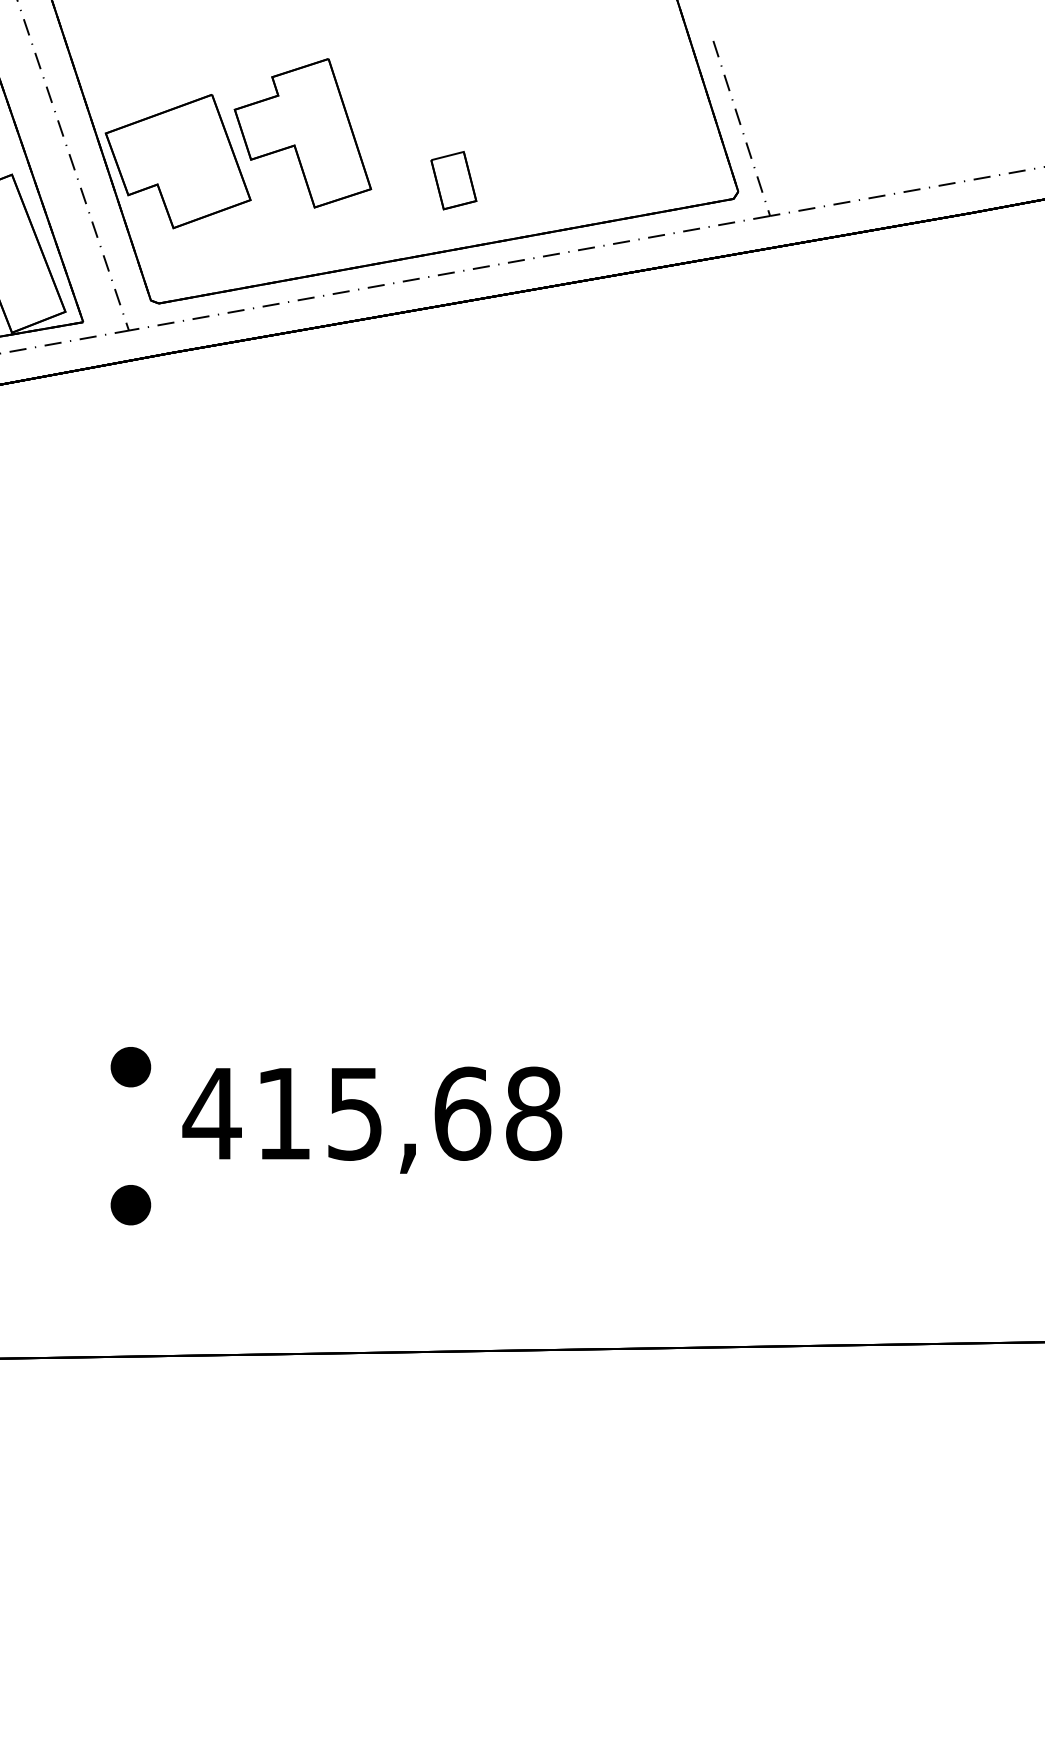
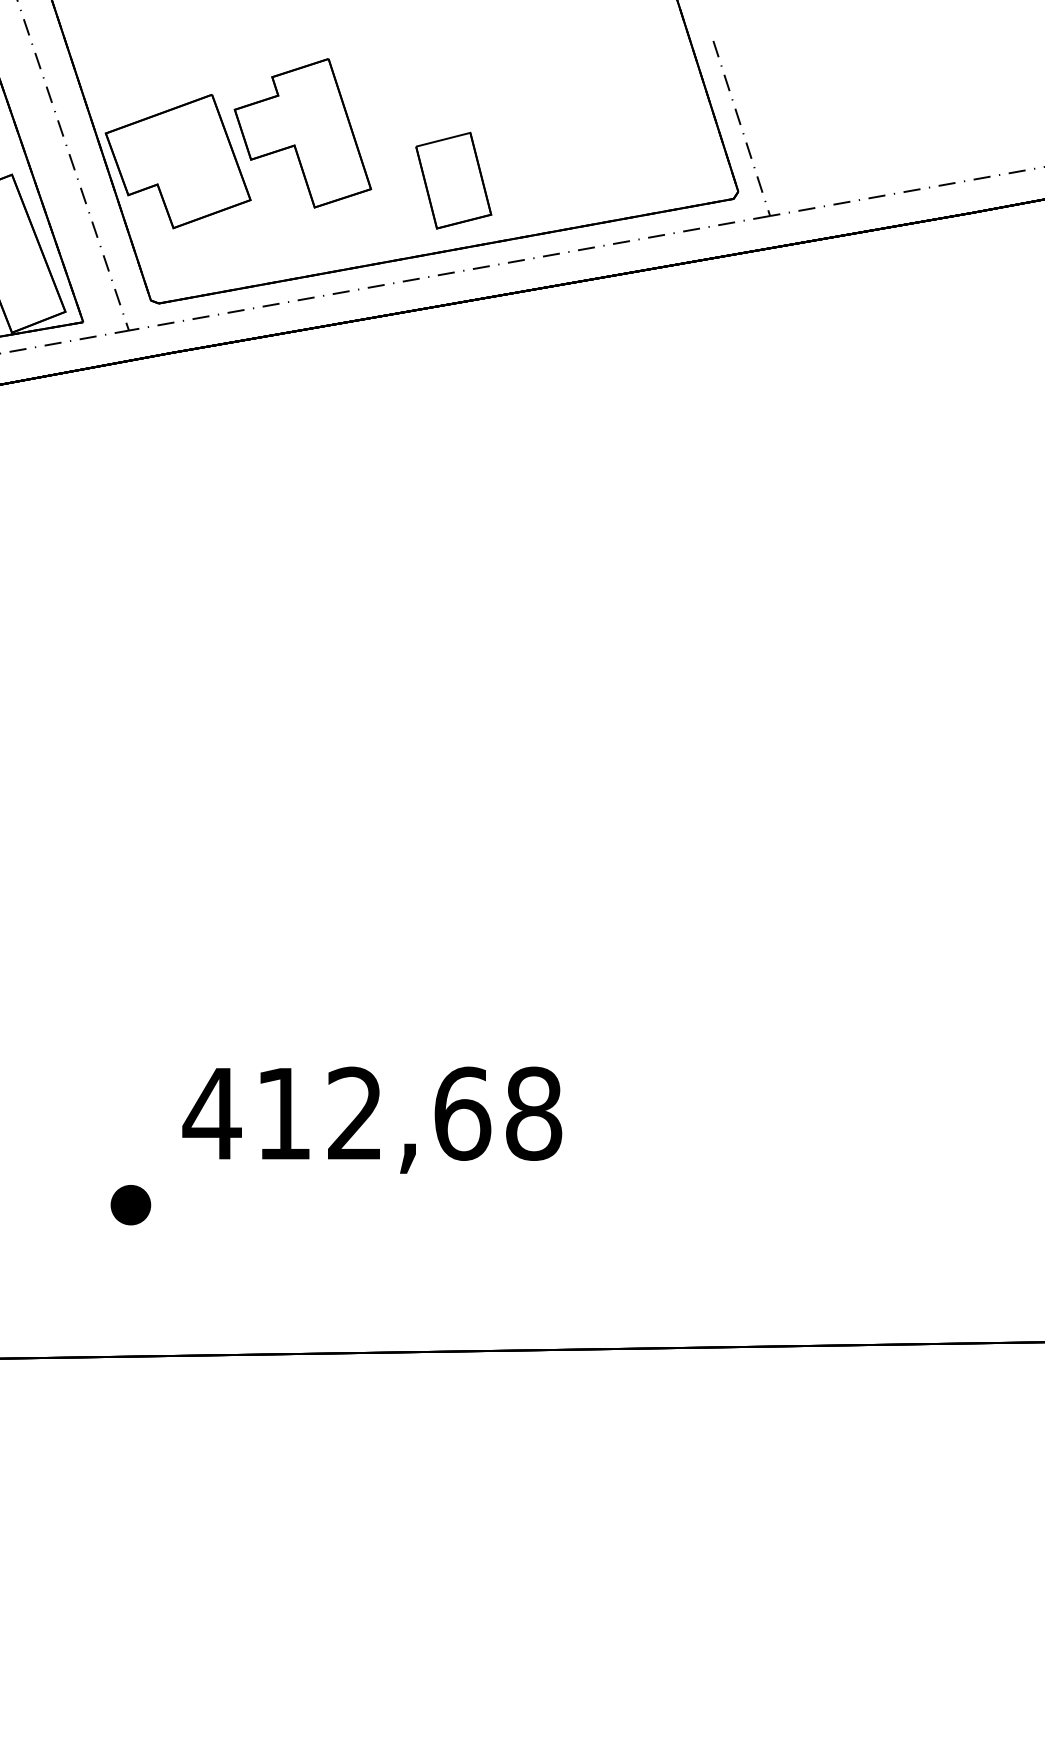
part at (453, 180) size: 48x60 px -> 78x99 px
part at (130, 1067): present -> none
text at (354, 1113): 415,68 -> 412,68
